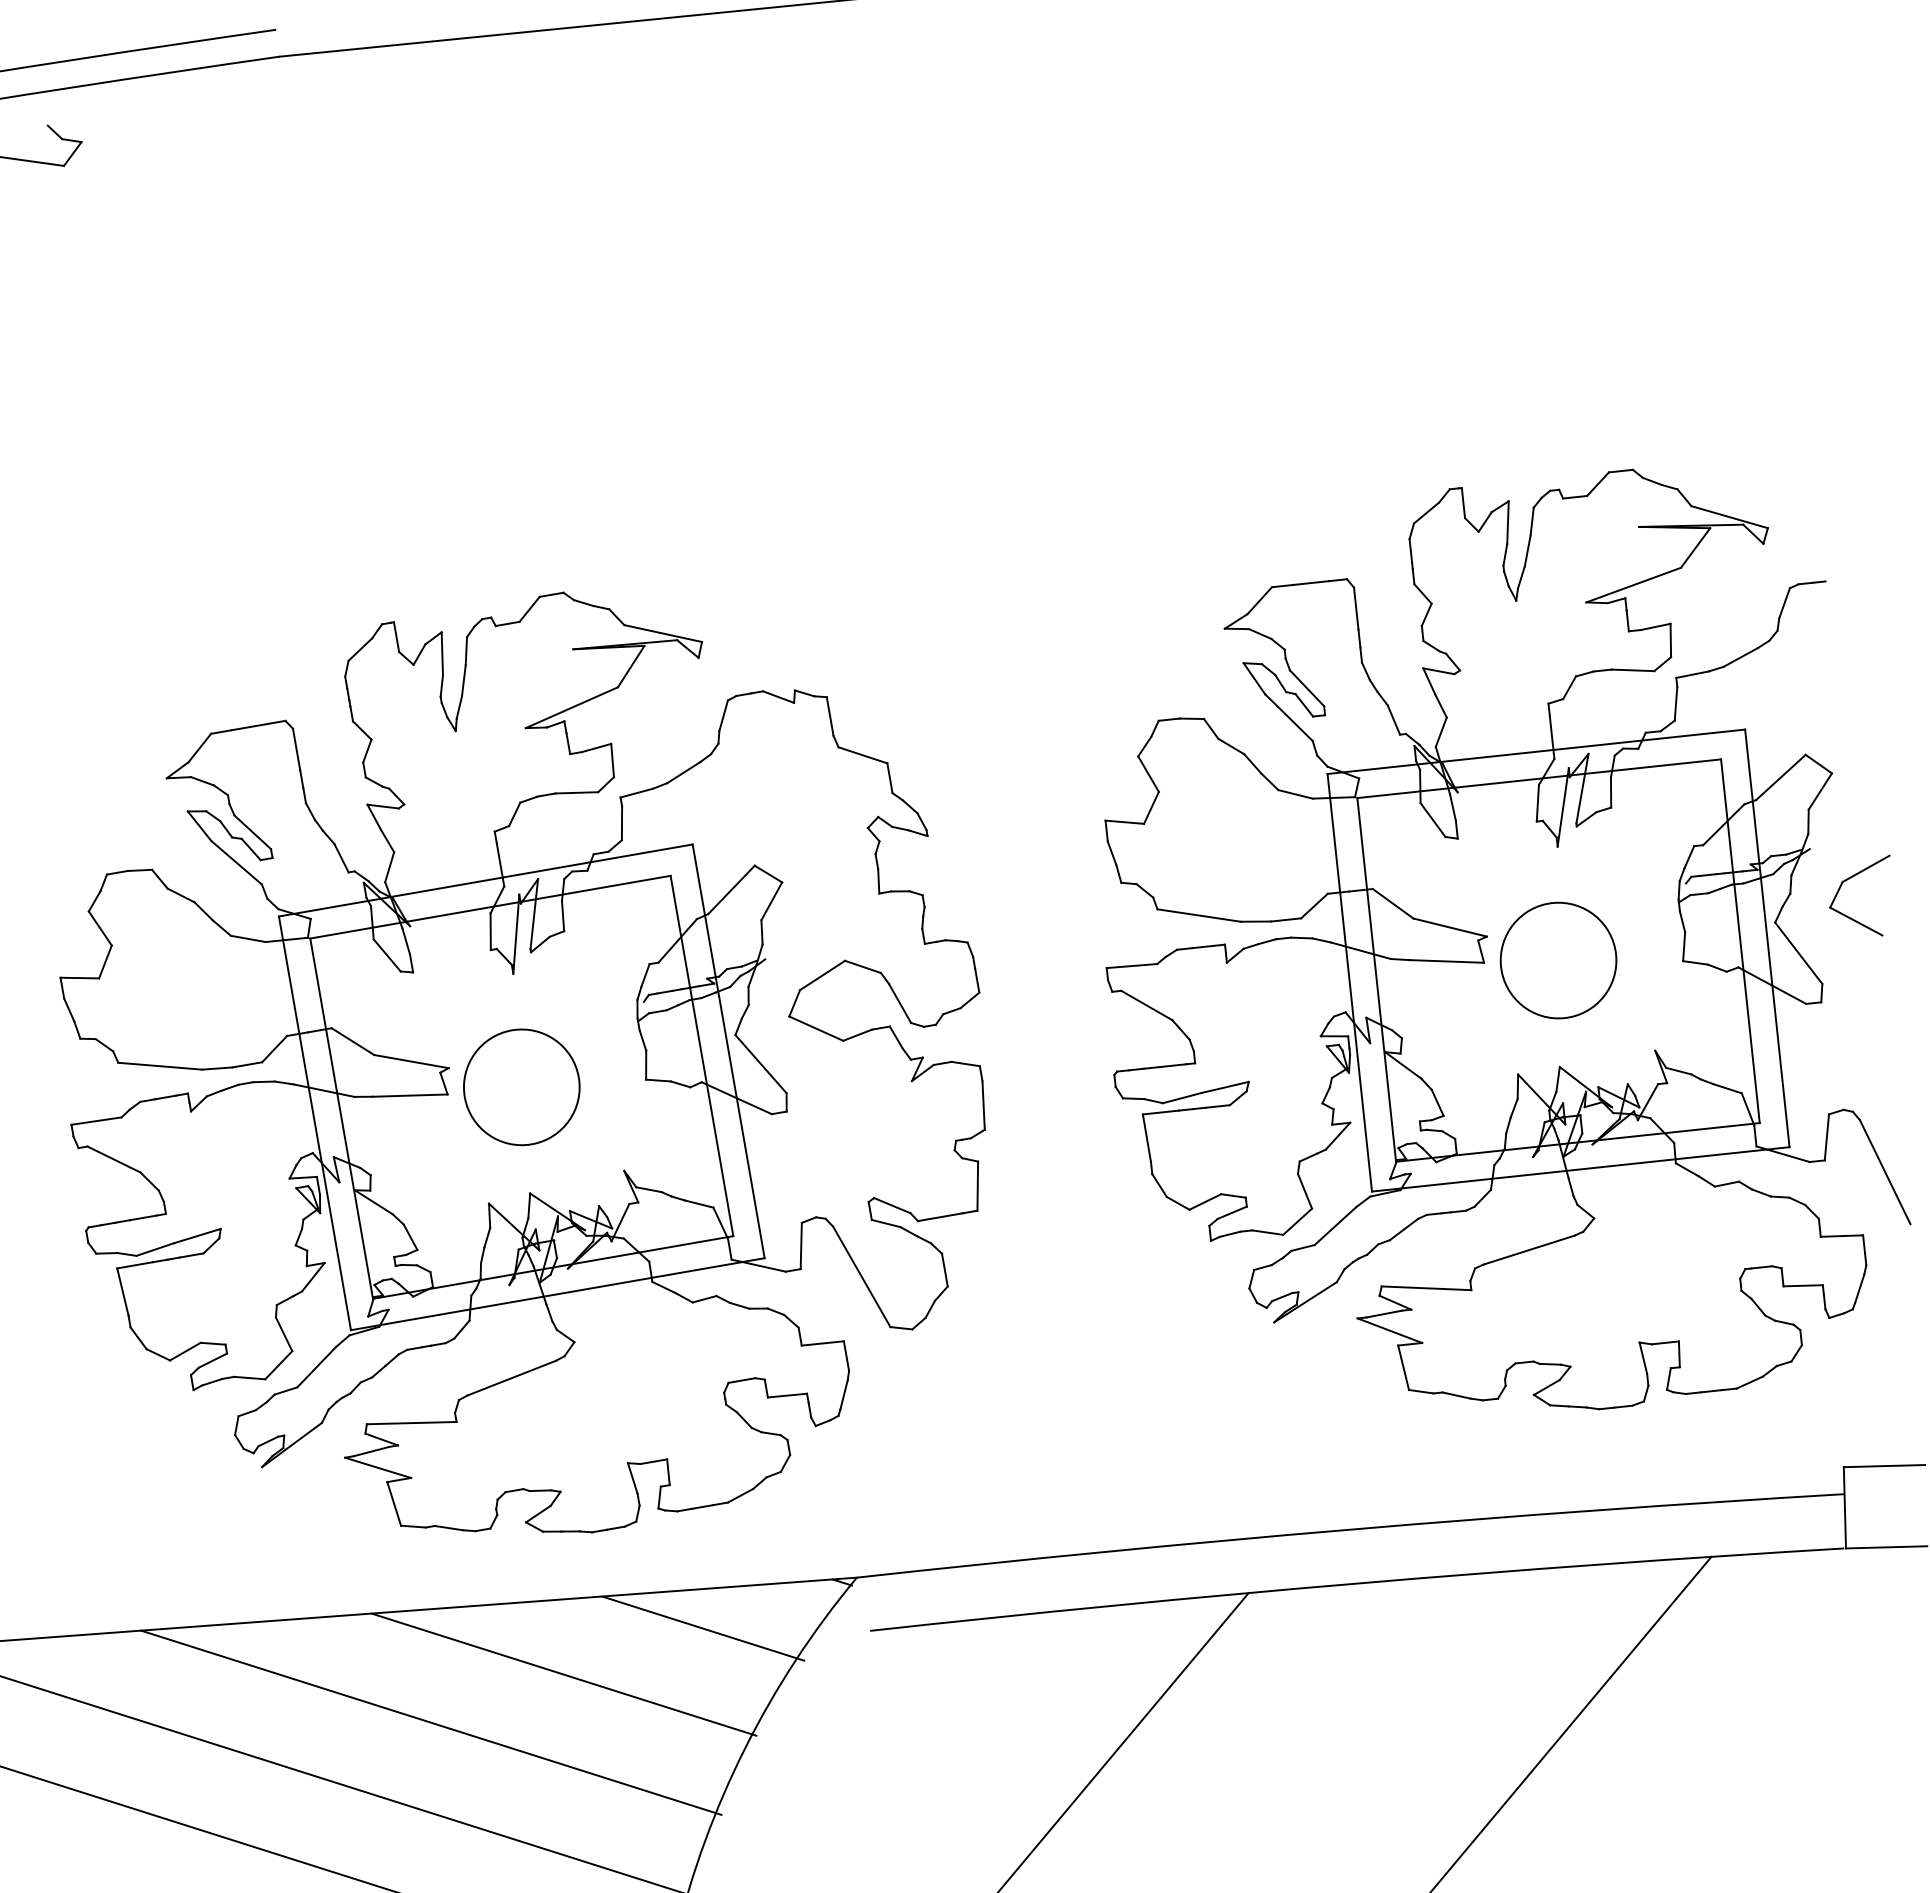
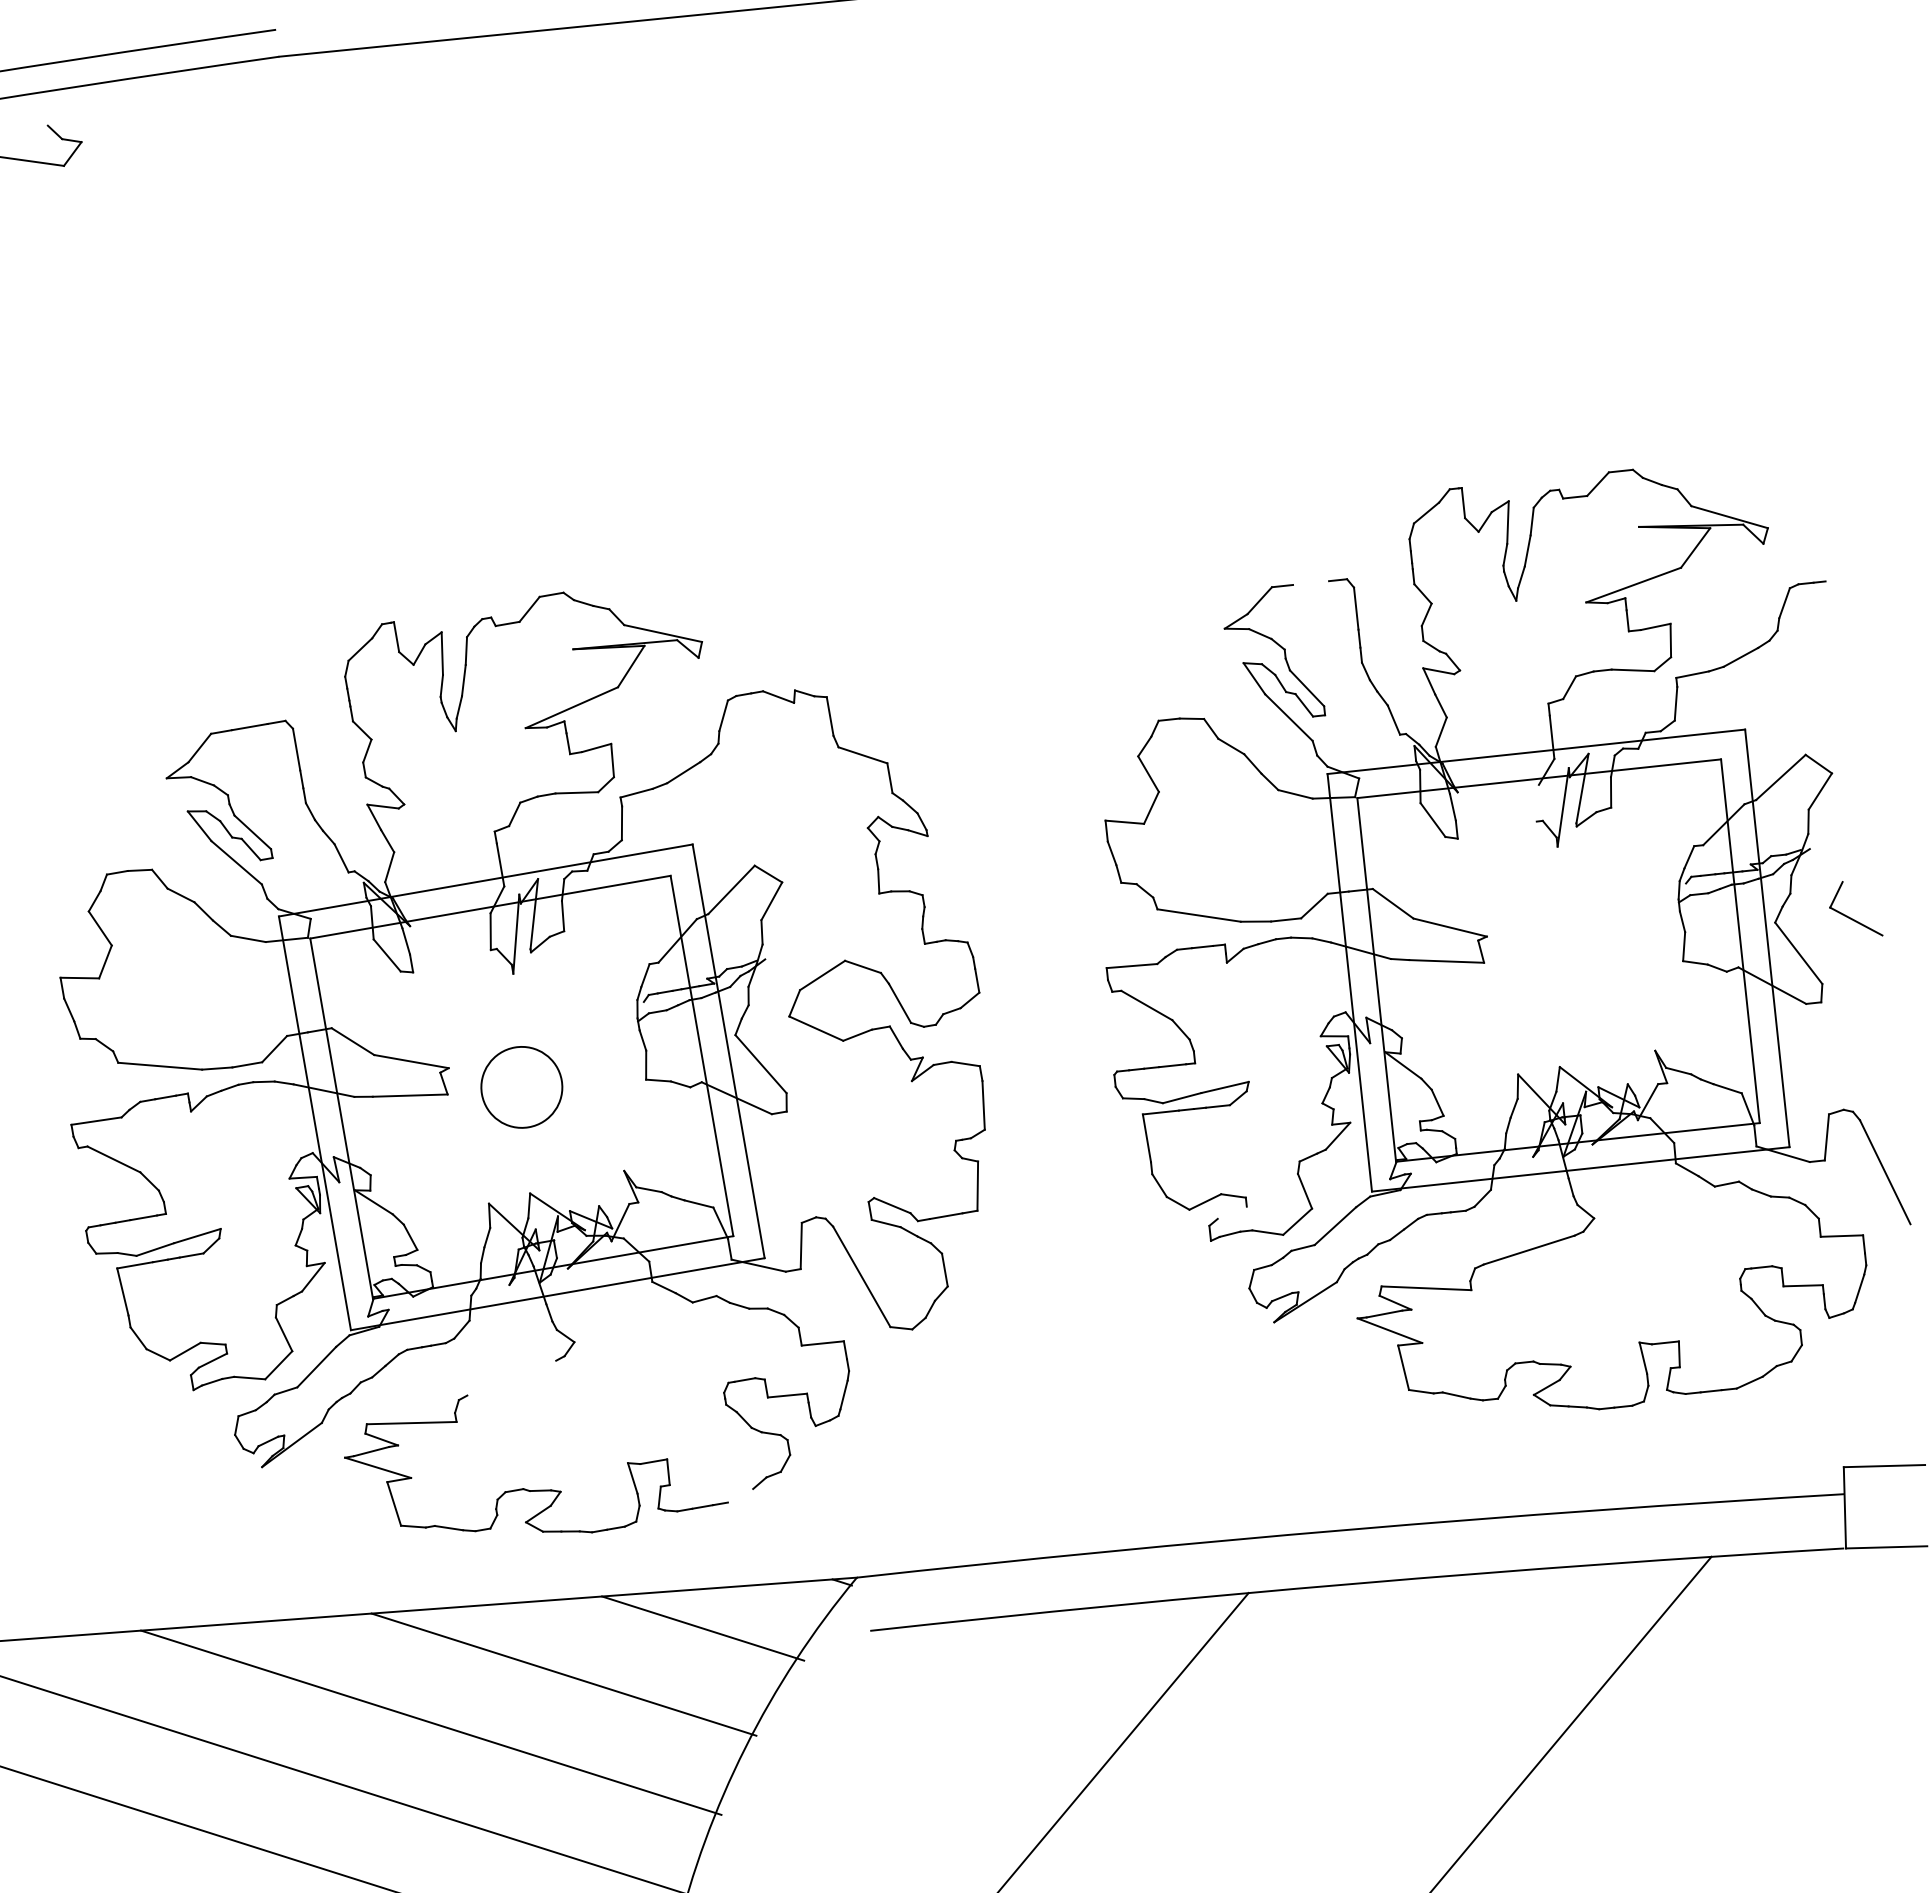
line at (1311, 582): present -> none
line at (1537, 802): present -> none
line at (1865, 868): present -> none
part at (1558, 960): present -> none
part at (521, 1087) size: 118x119 px -> 84x83 px
line at (1231, 1212): present -> none
line at (511, 1377): present -> none
line at (740, 1495): present -> none
